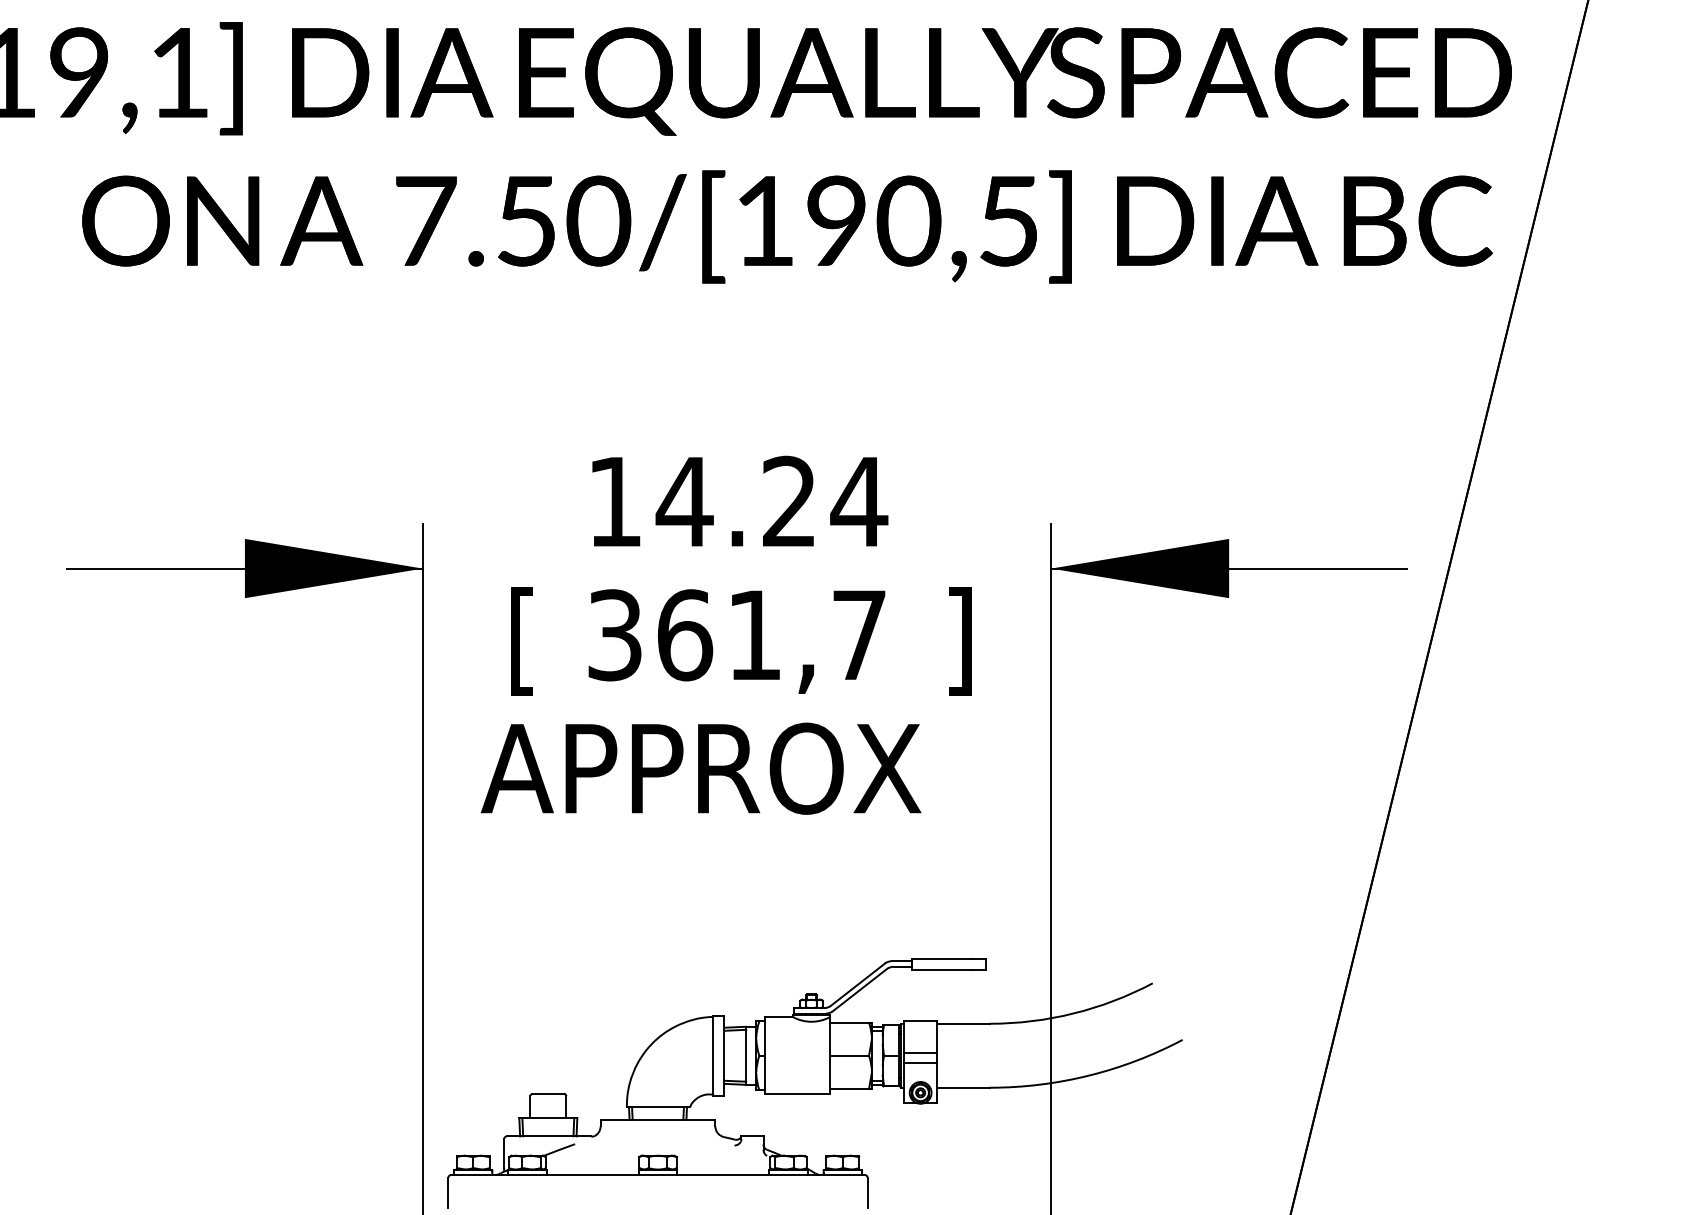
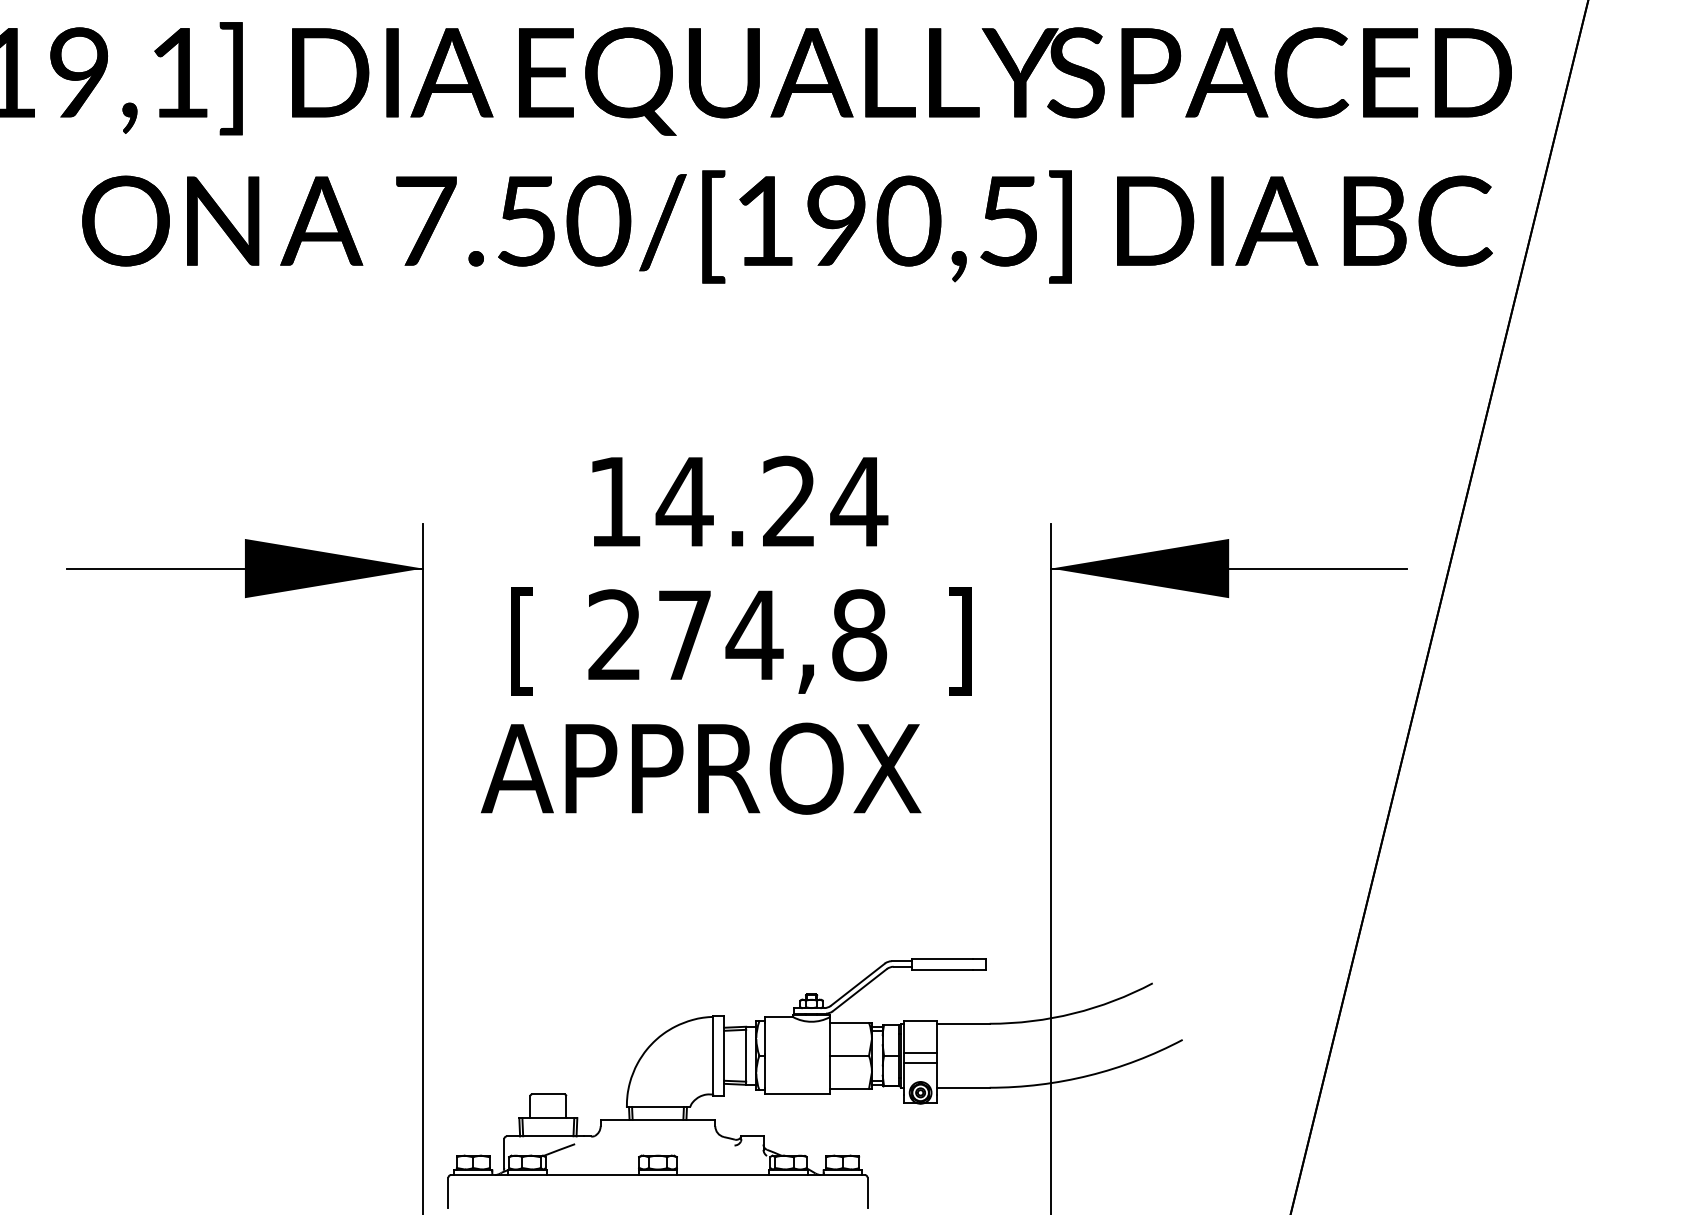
text at (737, 635): 361,7 -> 274,8
